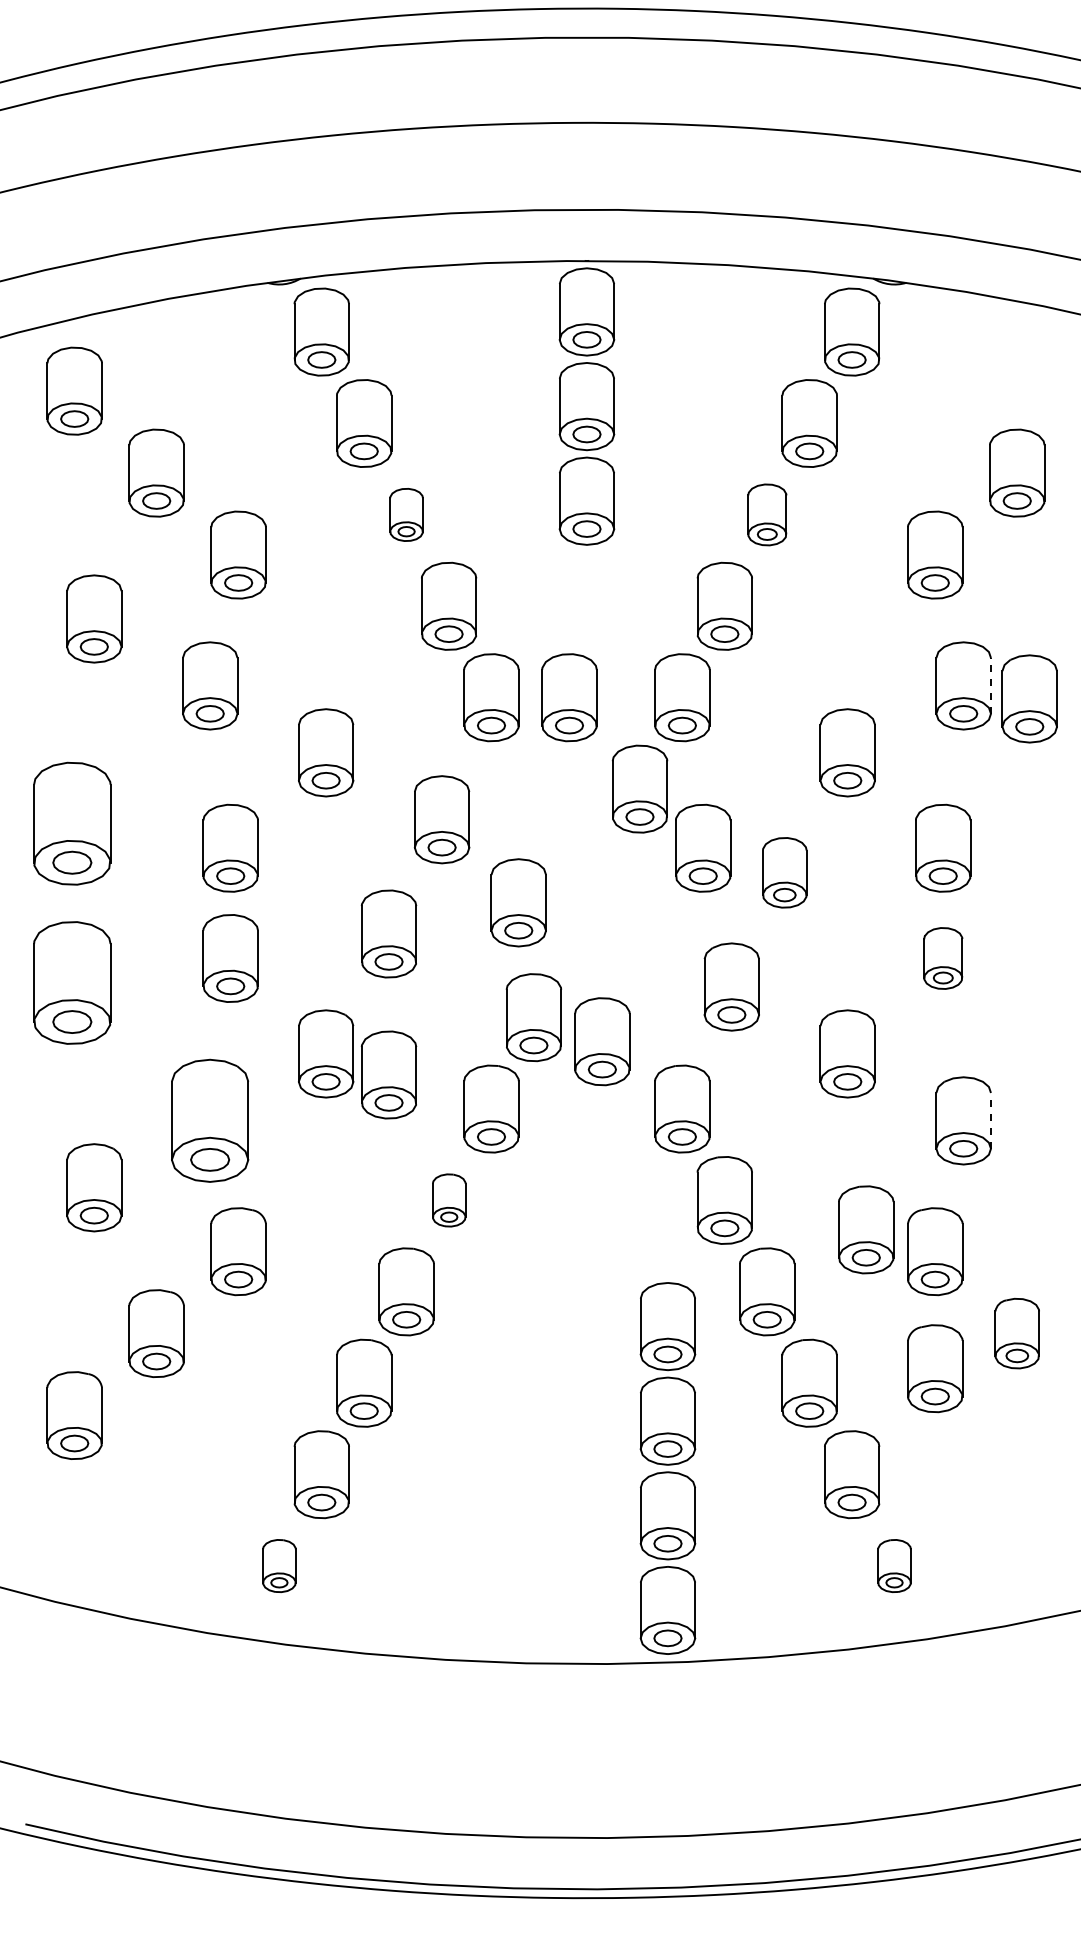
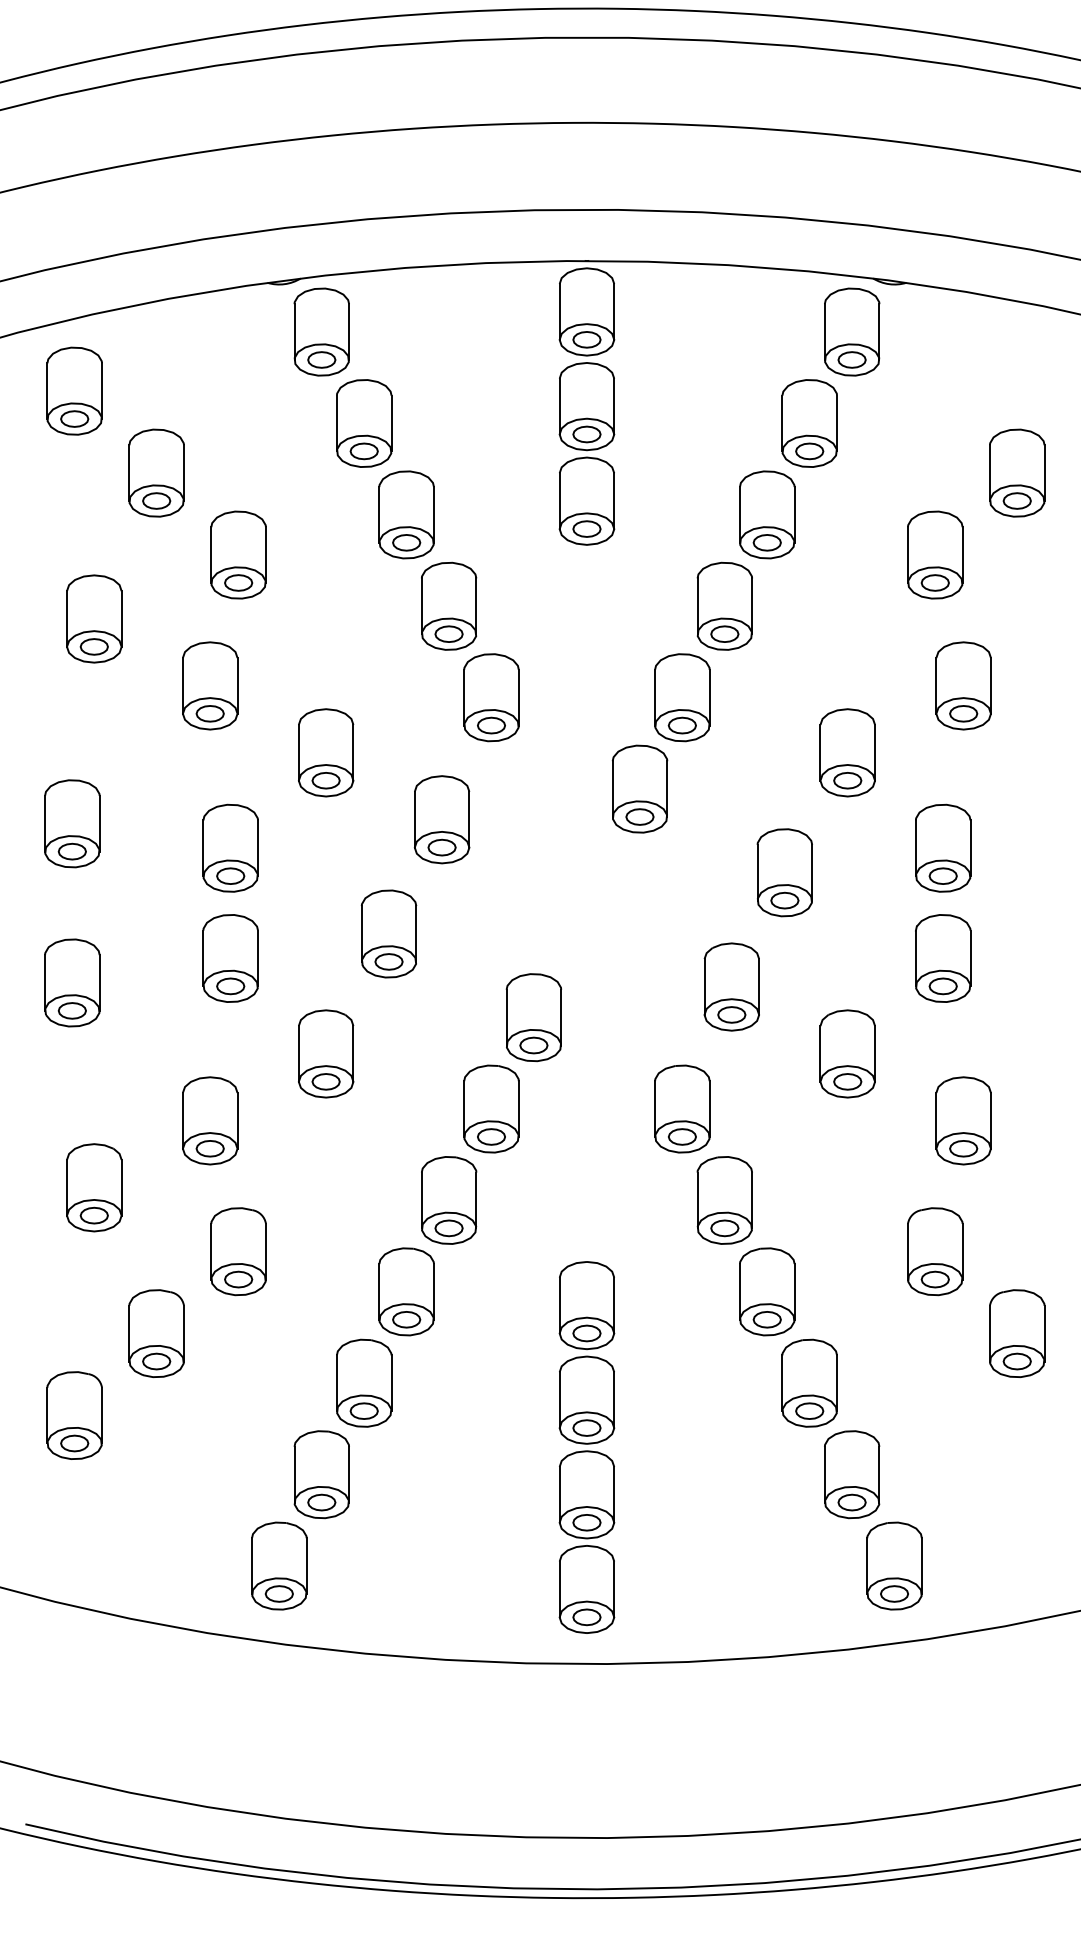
part at (406, 514) size: 35x54 px -> 57x90 px
part at (767, 514) size: 41x64 px -> 57x90 px
line at (990, 685): dashed -> solid
part at (569, 697): present -> none
part at (1029, 698): present -> none
part at (72, 823) size: 79x125 px -> 57x90 px
part at (703, 847): present -> none
part at (784, 872) size: 46x72 px -> 57x90 px
part at (518, 902): present -> none
part at (943, 958) size: 41x63 px -> 57x89 px
part at (72, 982) size: 79x124 px -> 57x90 px
part at (602, 1041): present -> none
part at (388, 1074): present -> none
part at (210, 1120) size: 79x125 px -> 57x90 px
line at (990, 1120): dashed -> solid
part at (449, 1200) size: 35x55 px -> 57x89 px
part at (866, 1229): present -> none
part at (1016, 1333) size: 46x73 px -> 57x89 px
part at (935, 1368): present -> none
part at (667, 1468) position: (667, 1468) -> (586, 1447)
part at (279, 1565) size: 35x54 px -> 57x90 px
part at (894, 1565) size: 35x54 px -> 57x90 px
